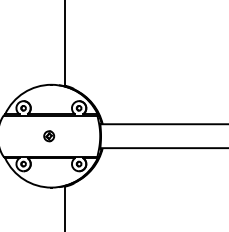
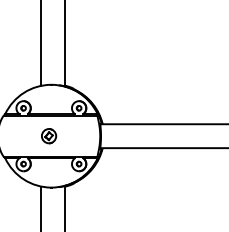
line at (41, 43): none -> present
part at (49, 136) size: 13x13 px -> 17x17 px
line at (41, 207): none -> present
